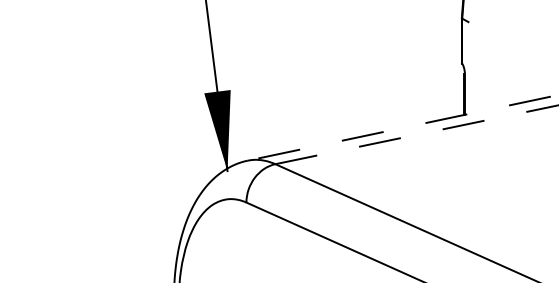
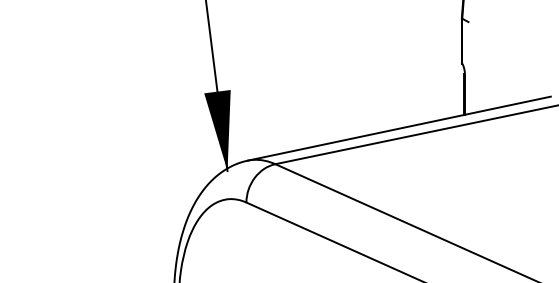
line at (399, 128): dashed -> solid
line at (417, 134): dashed -> solid
